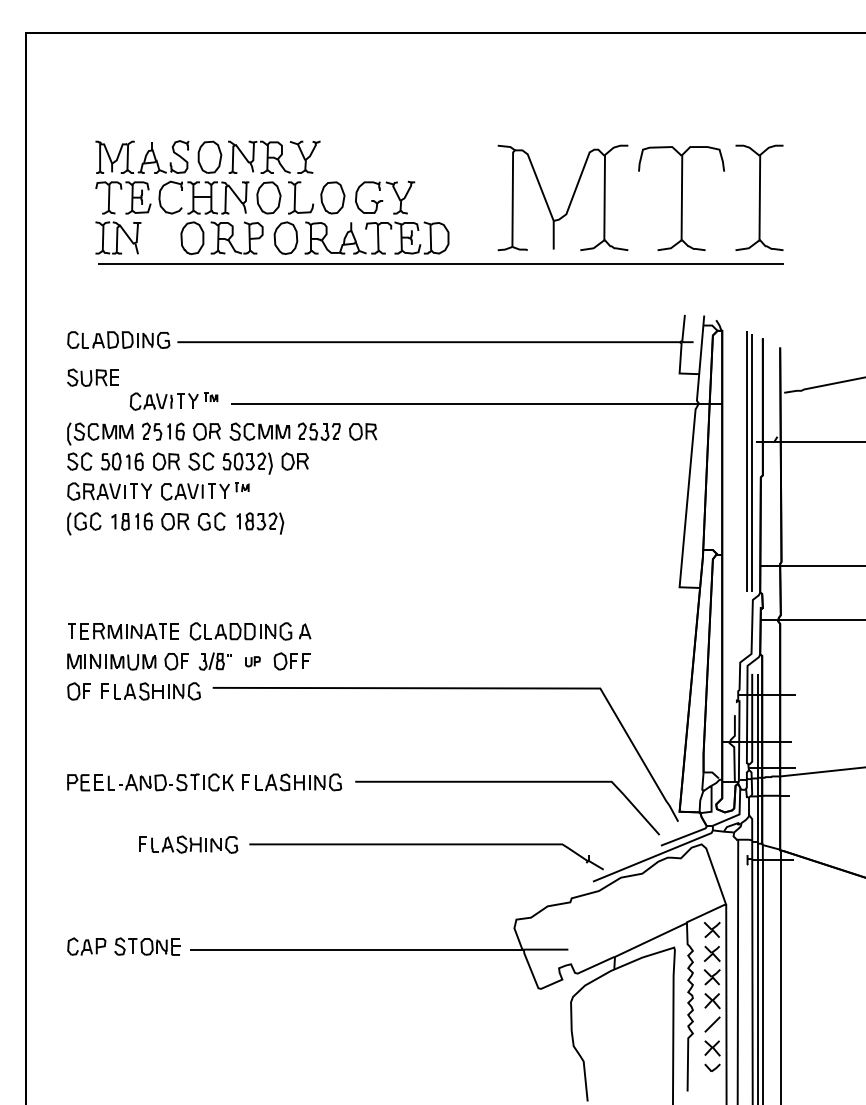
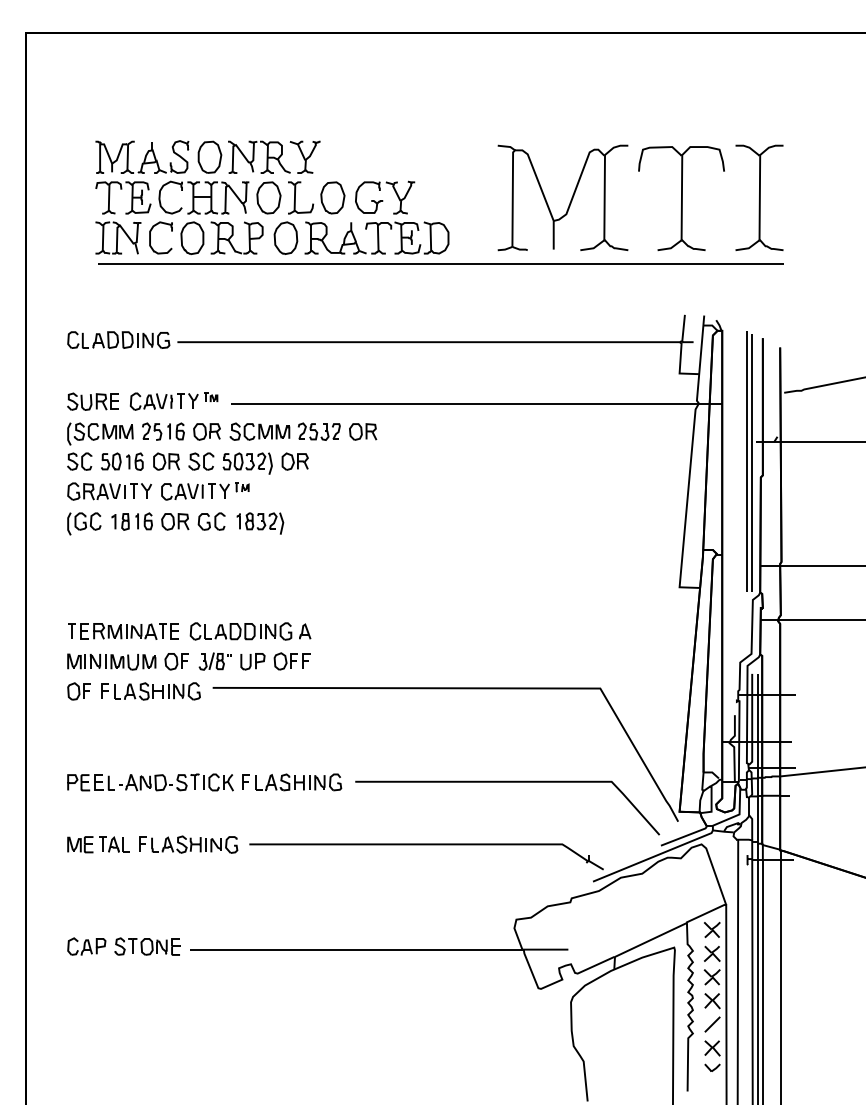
part at (150, 237): none -> present
part at (92, 377) position: (92, 377) -> (92, 401)
part at (252, 661) size: 16x12 px -> 26x18 px
part at (98, 844): none -> present
